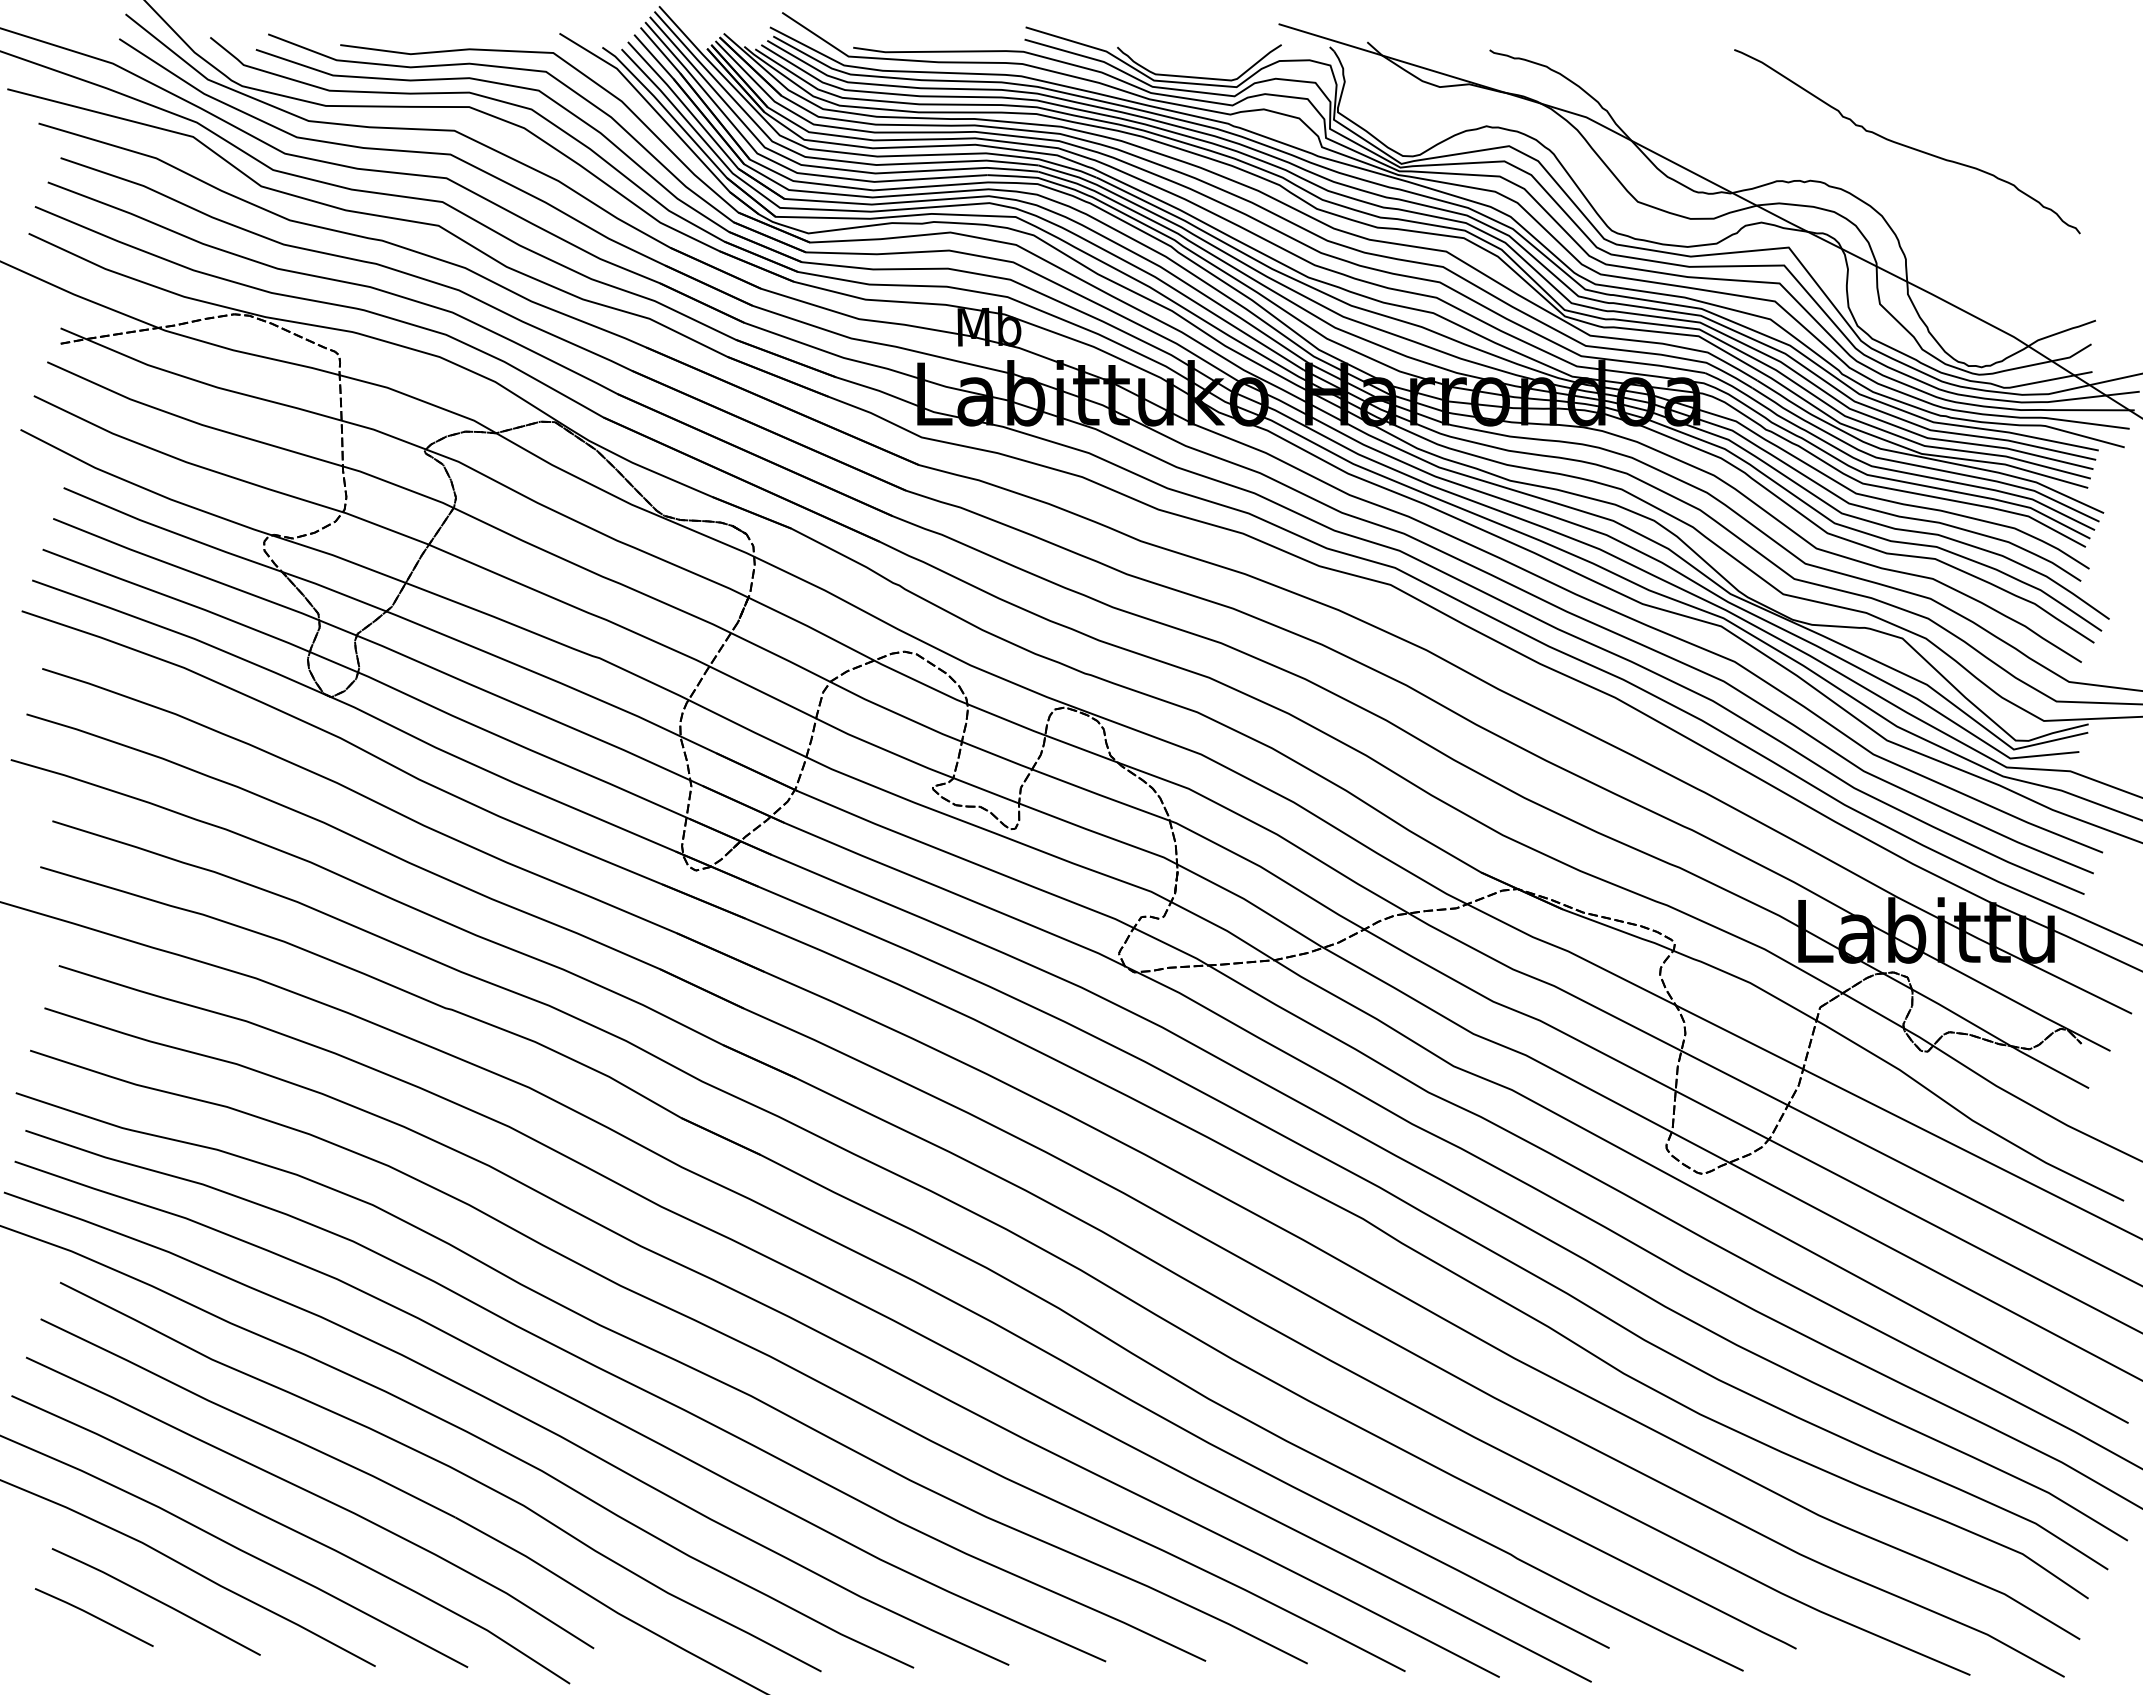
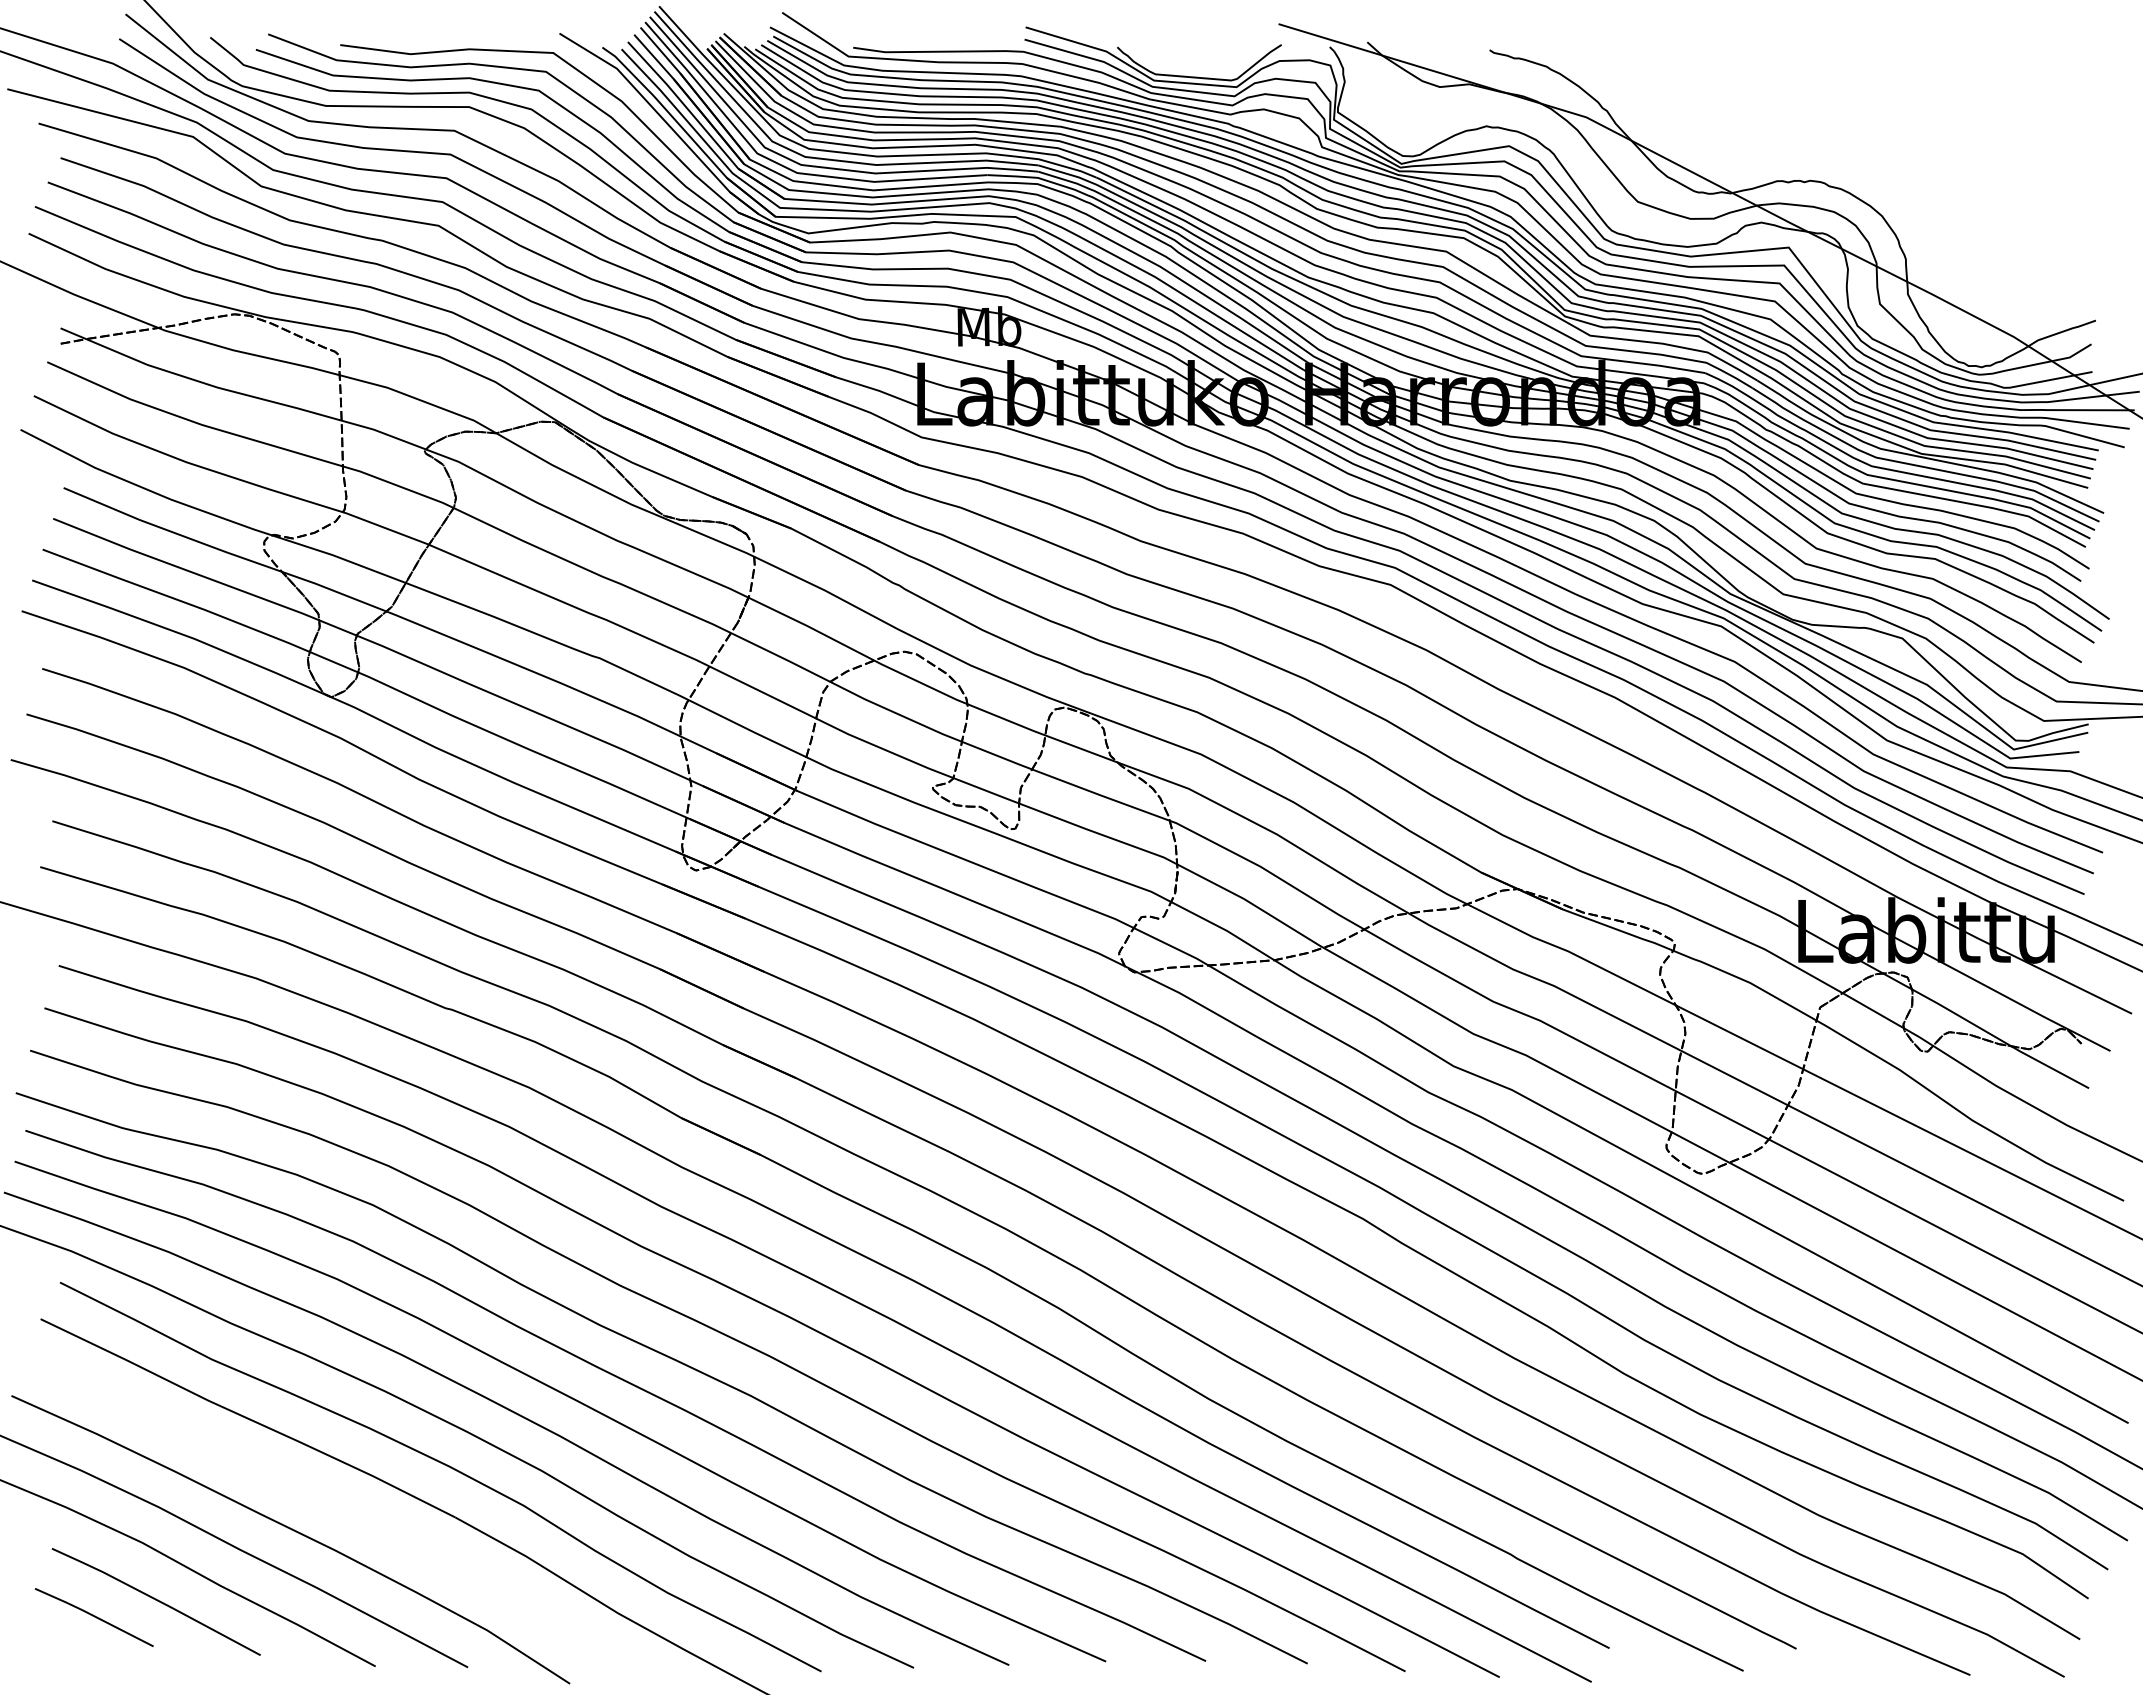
curve at (1907, 145): present -> none
curve at (314, 1495): present -> none
